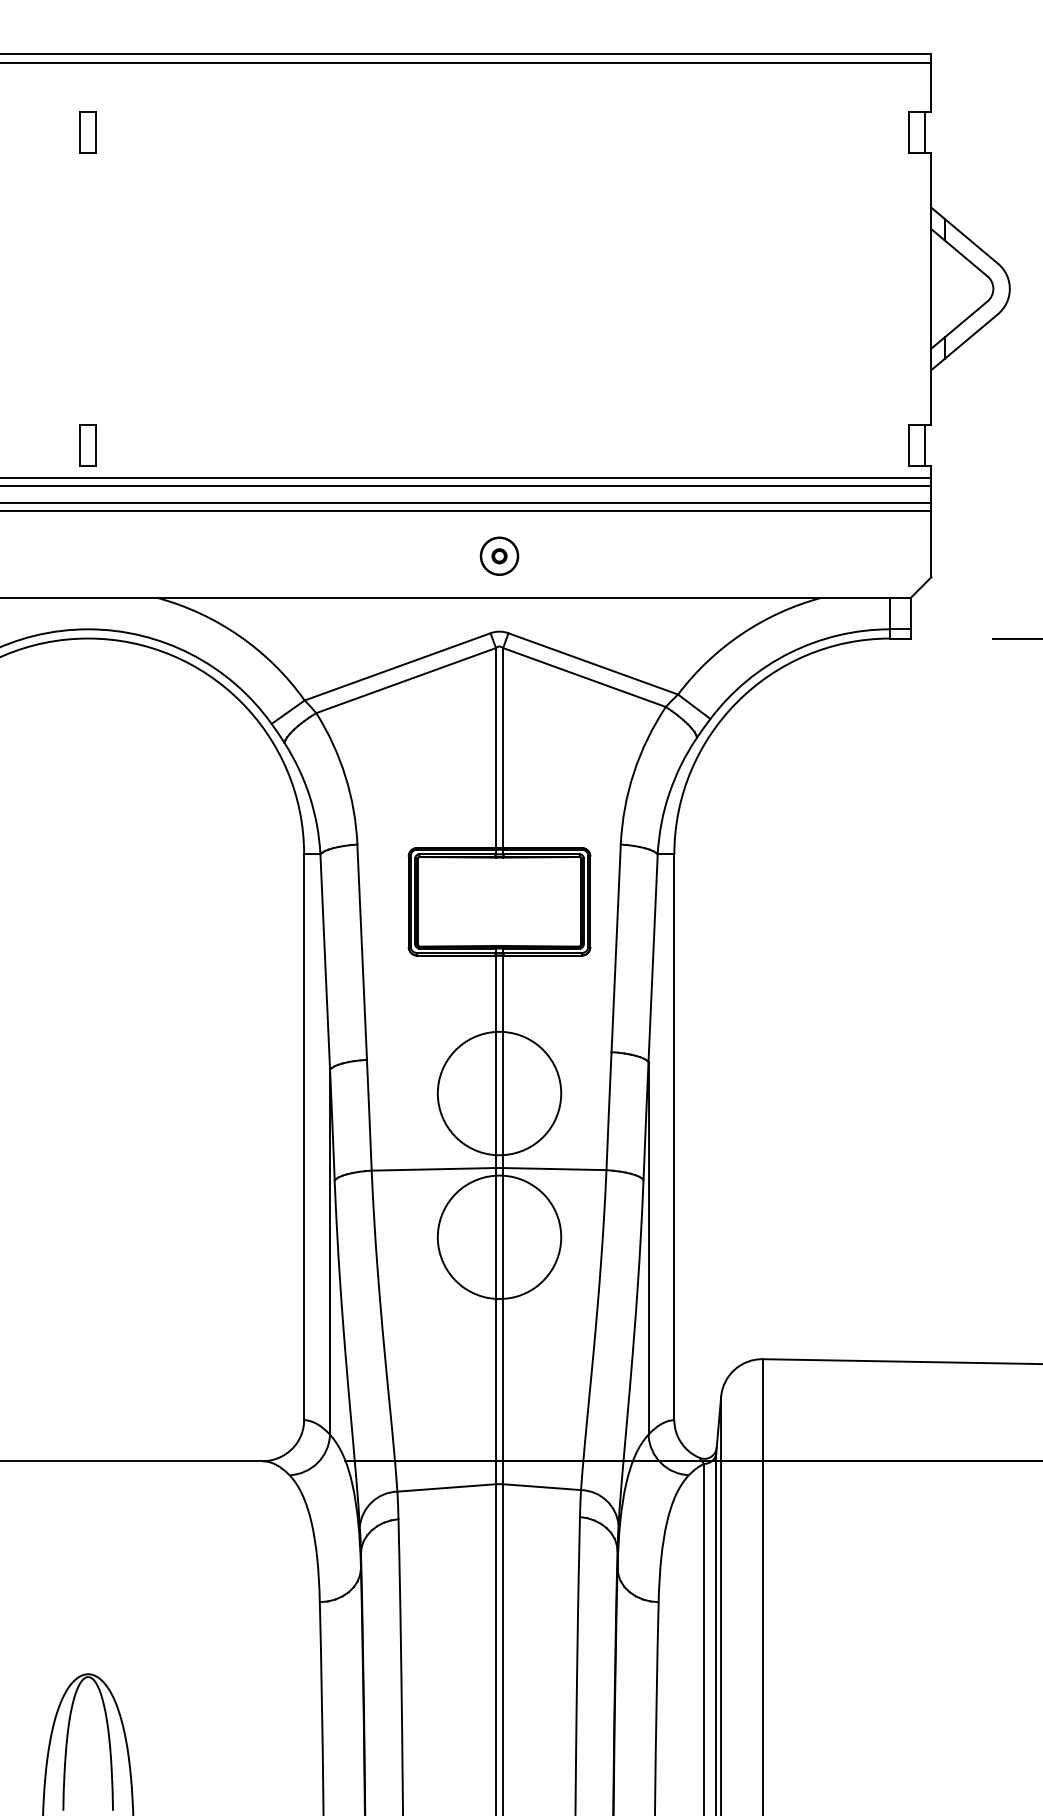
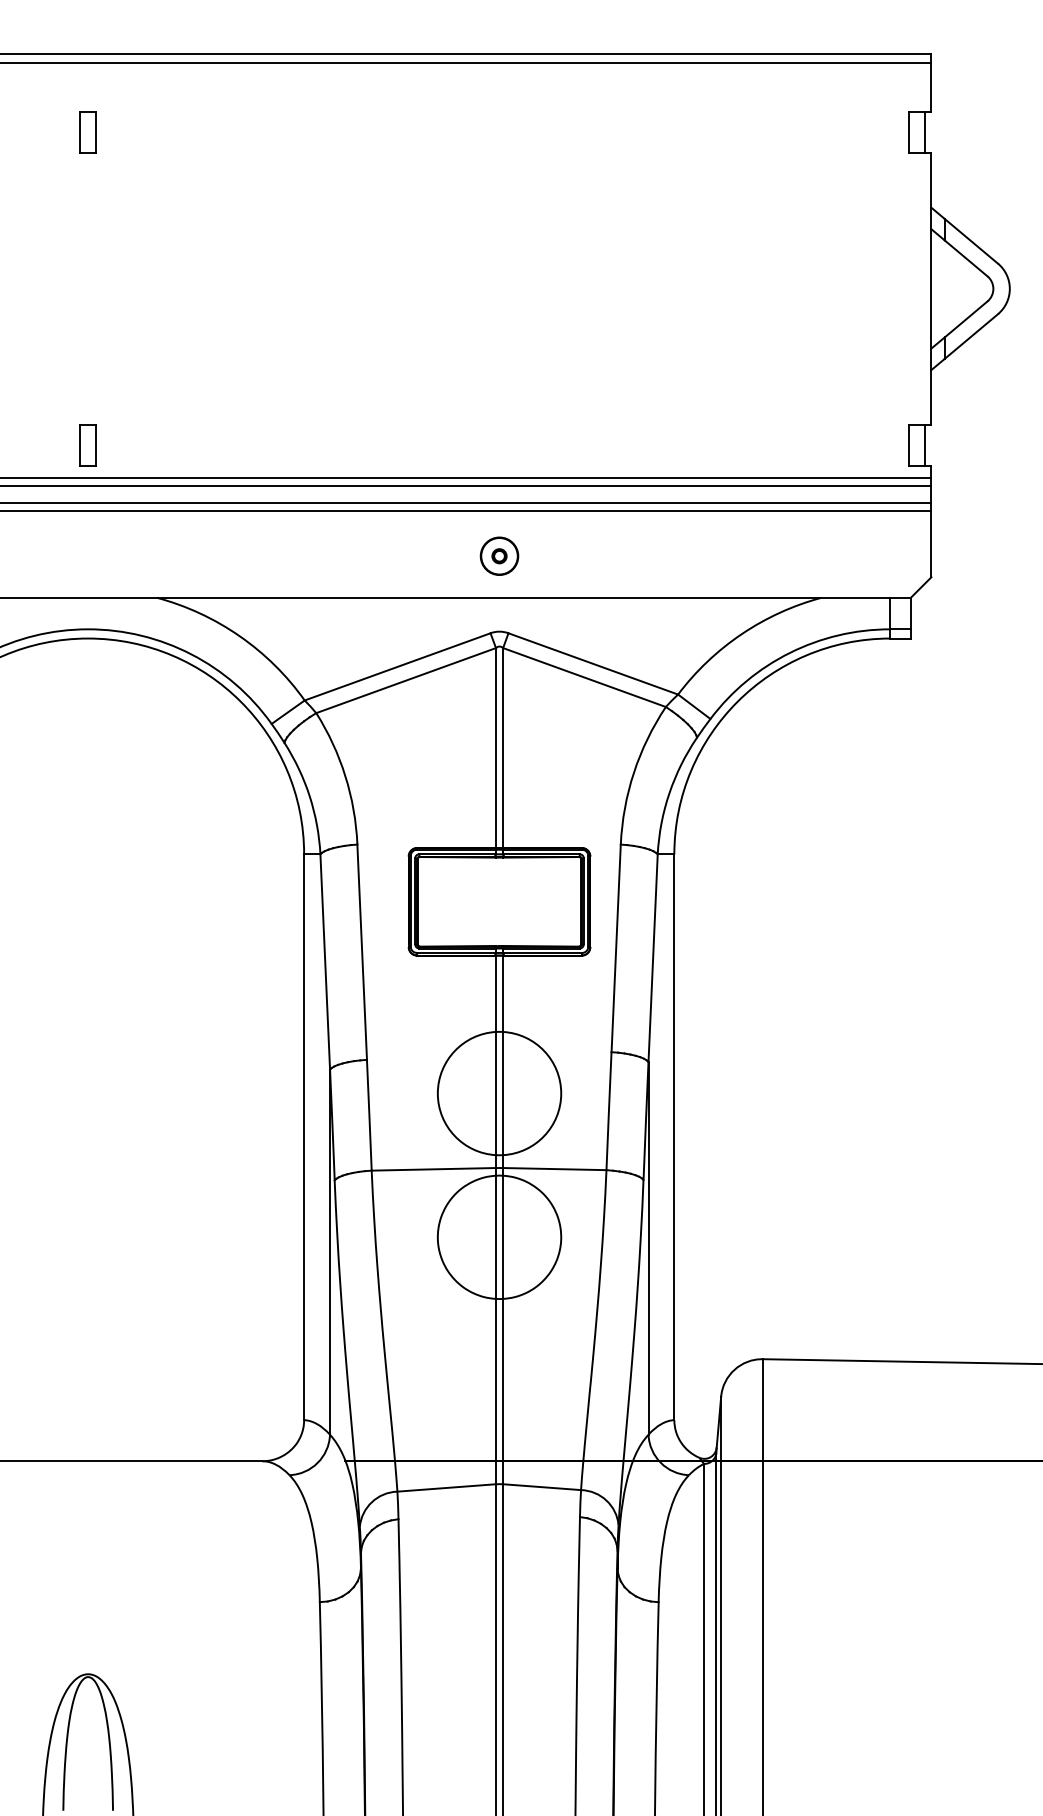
line at (1016, 638): present -> none
